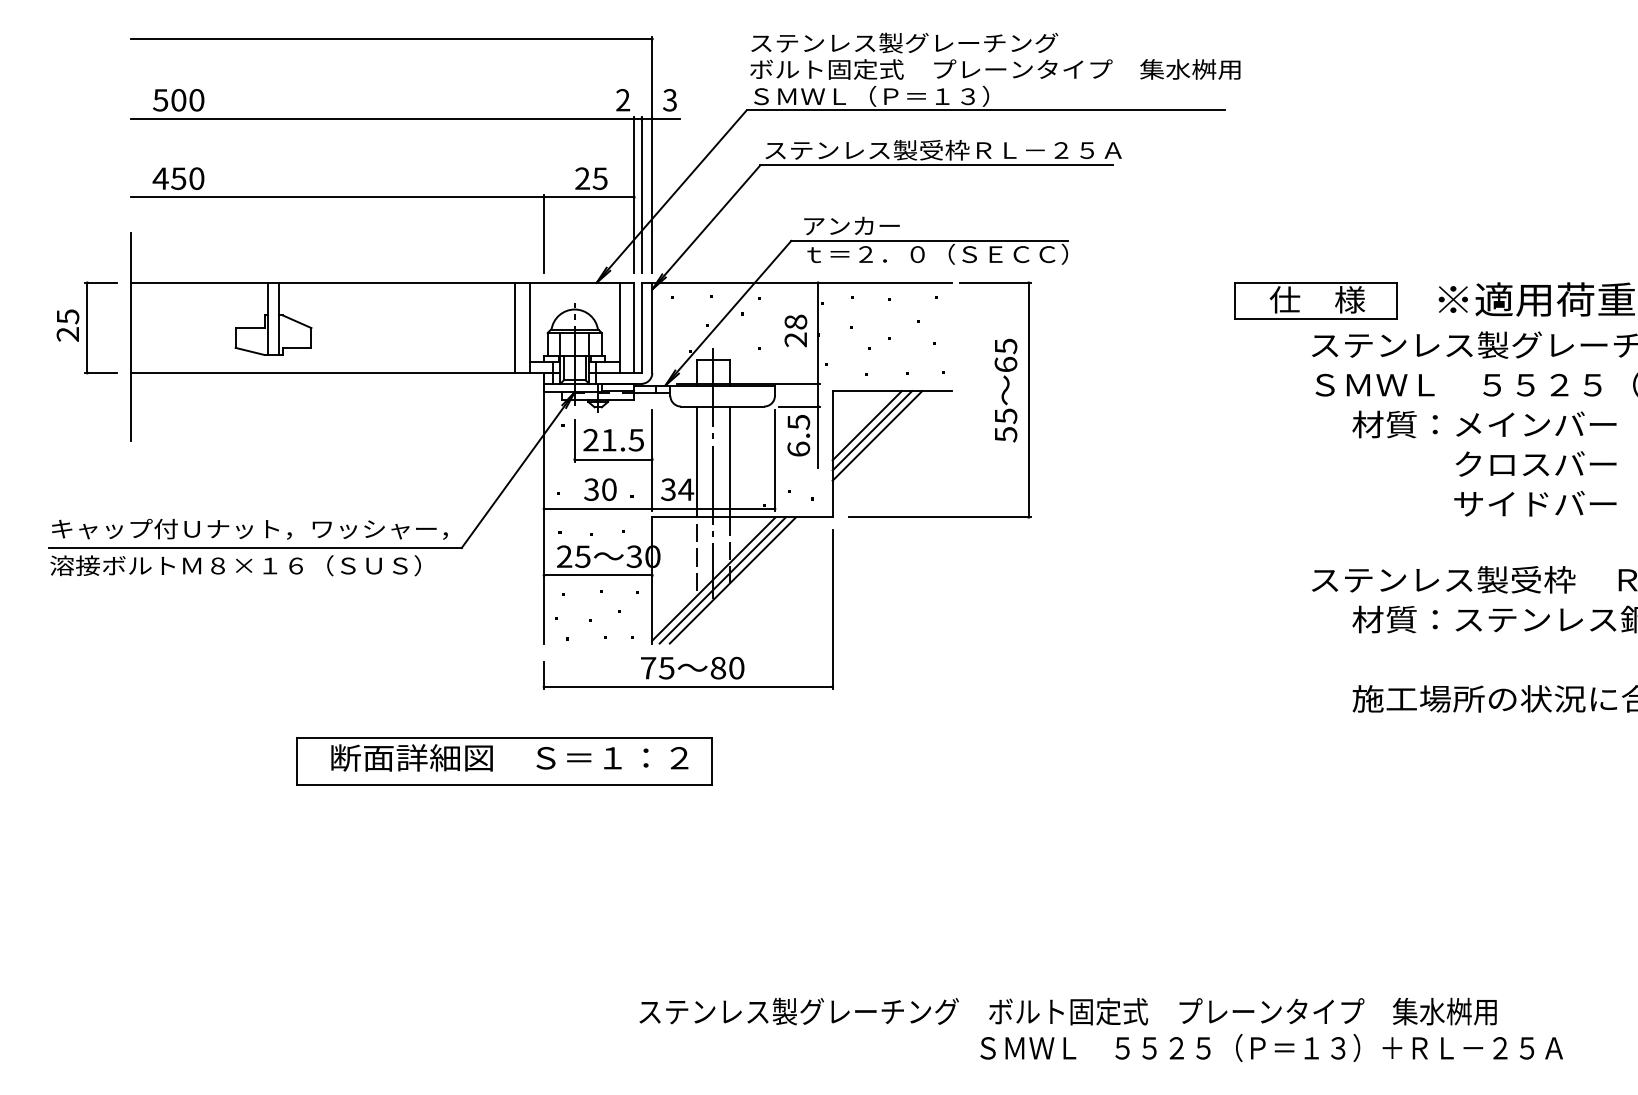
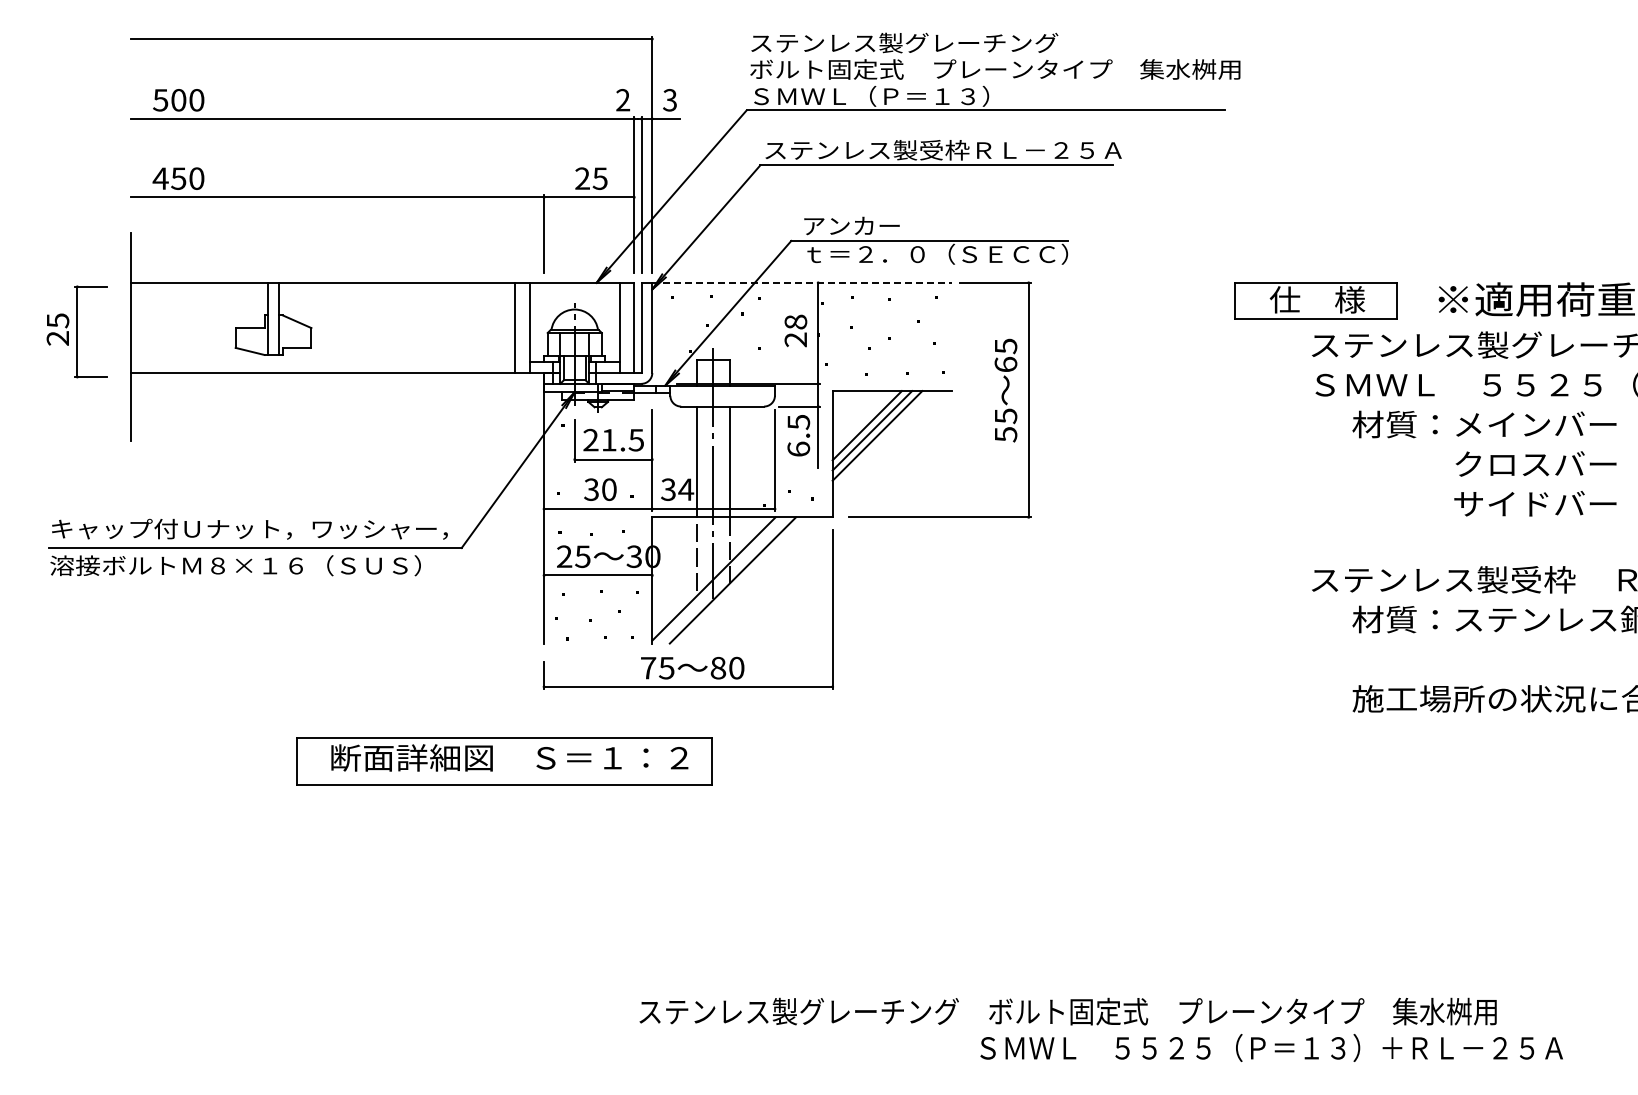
line at (802, 282): solid -> dashed
part at (86, 327) position: (86, 327) -> (76, 331)
line at (722, 580): present -> none
